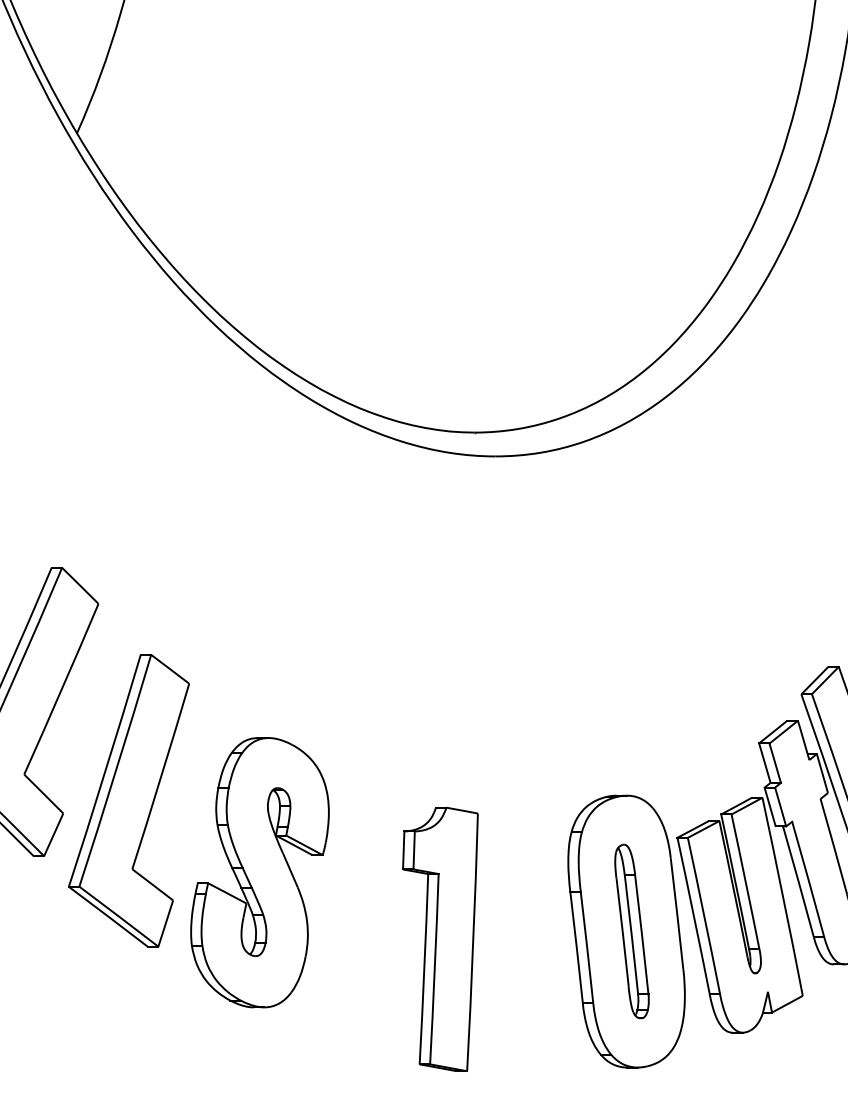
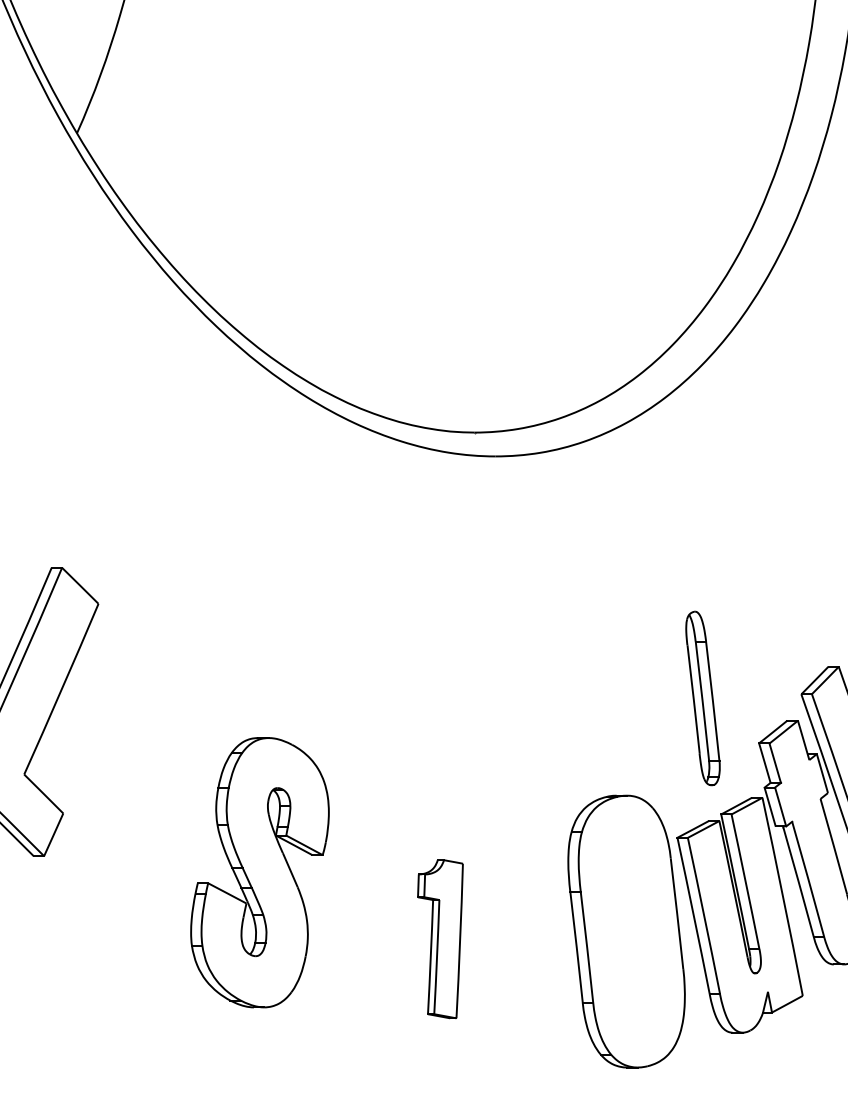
part at (128, 800): present -> none
part at (631, 931) position: (631, 931) -> (702, 698)
part at (440, 938) size: 77x266 px -> 47x161 px
